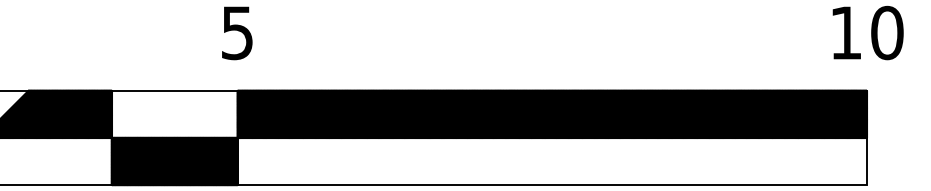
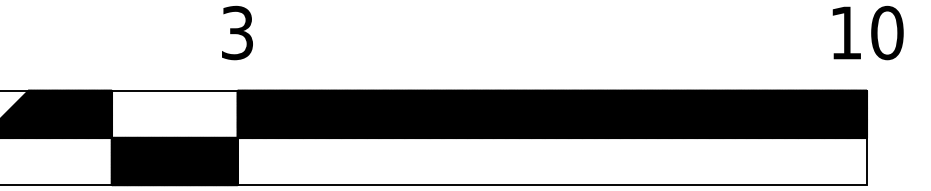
text at (237, 32): 5 -> 3
